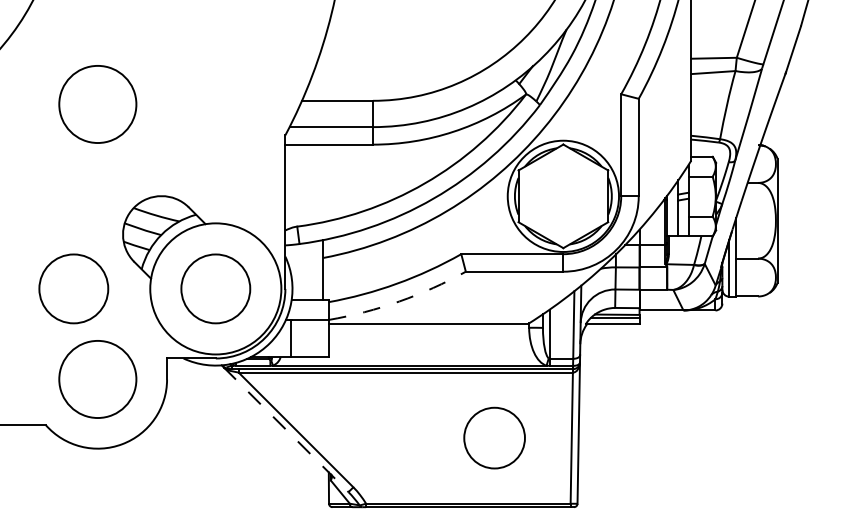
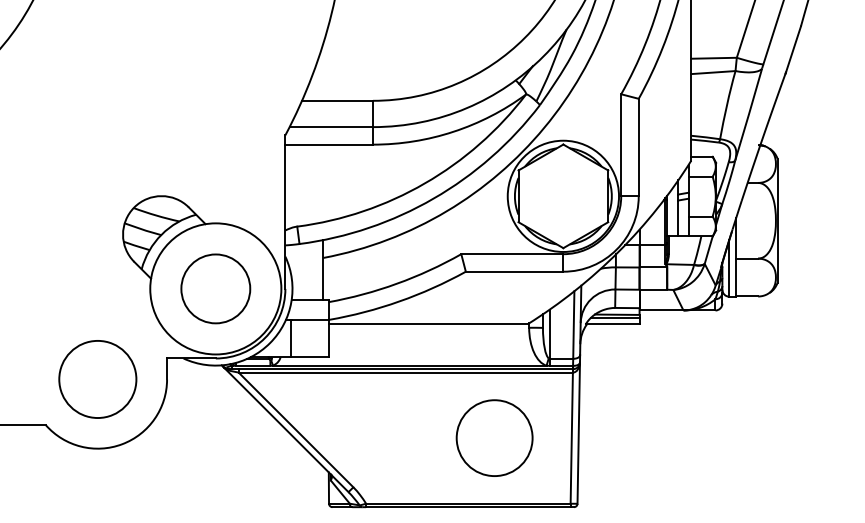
circle at (97, 104): present -> none
circle at (73, 288): present -> none
arc at (399, 301): dashed -> solid
line at (286, 429): dashed -> solid
circle at (494, 437) size: 63x64 px -> 79x78 px
